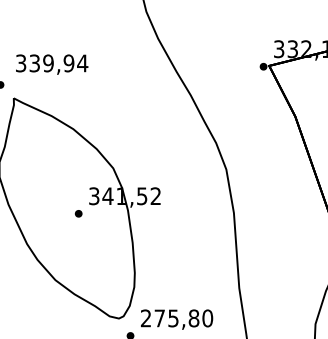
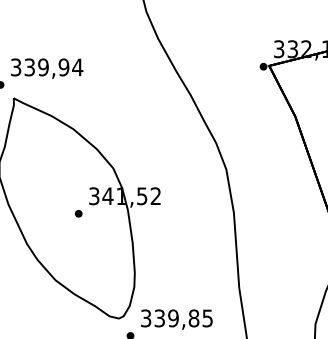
text at (52, 64) position: (52, 64) -> (47, 68)
text at (177, 318): 275,80 -> 339,85
